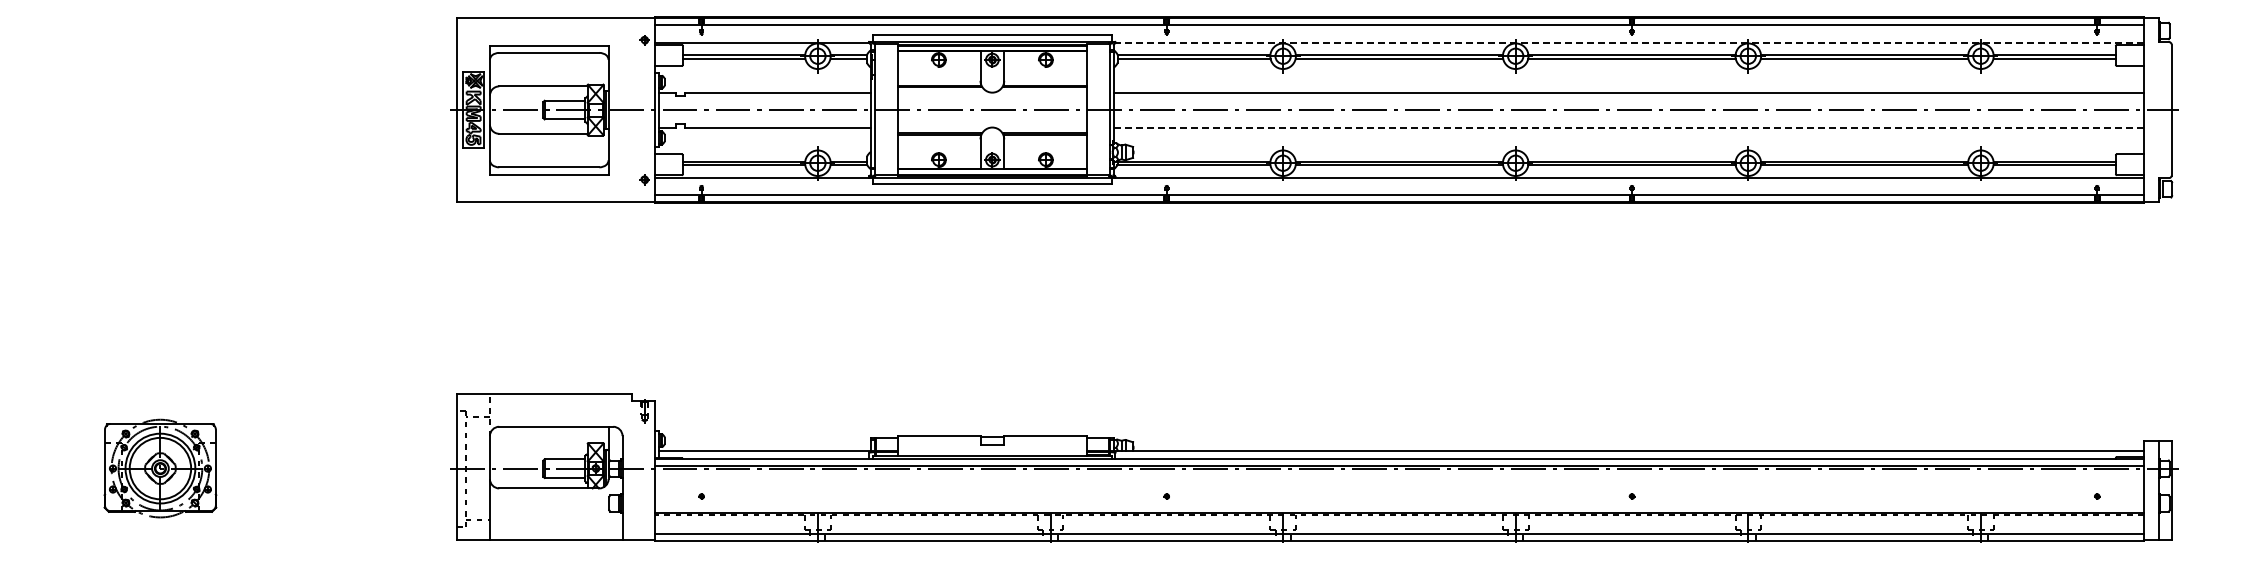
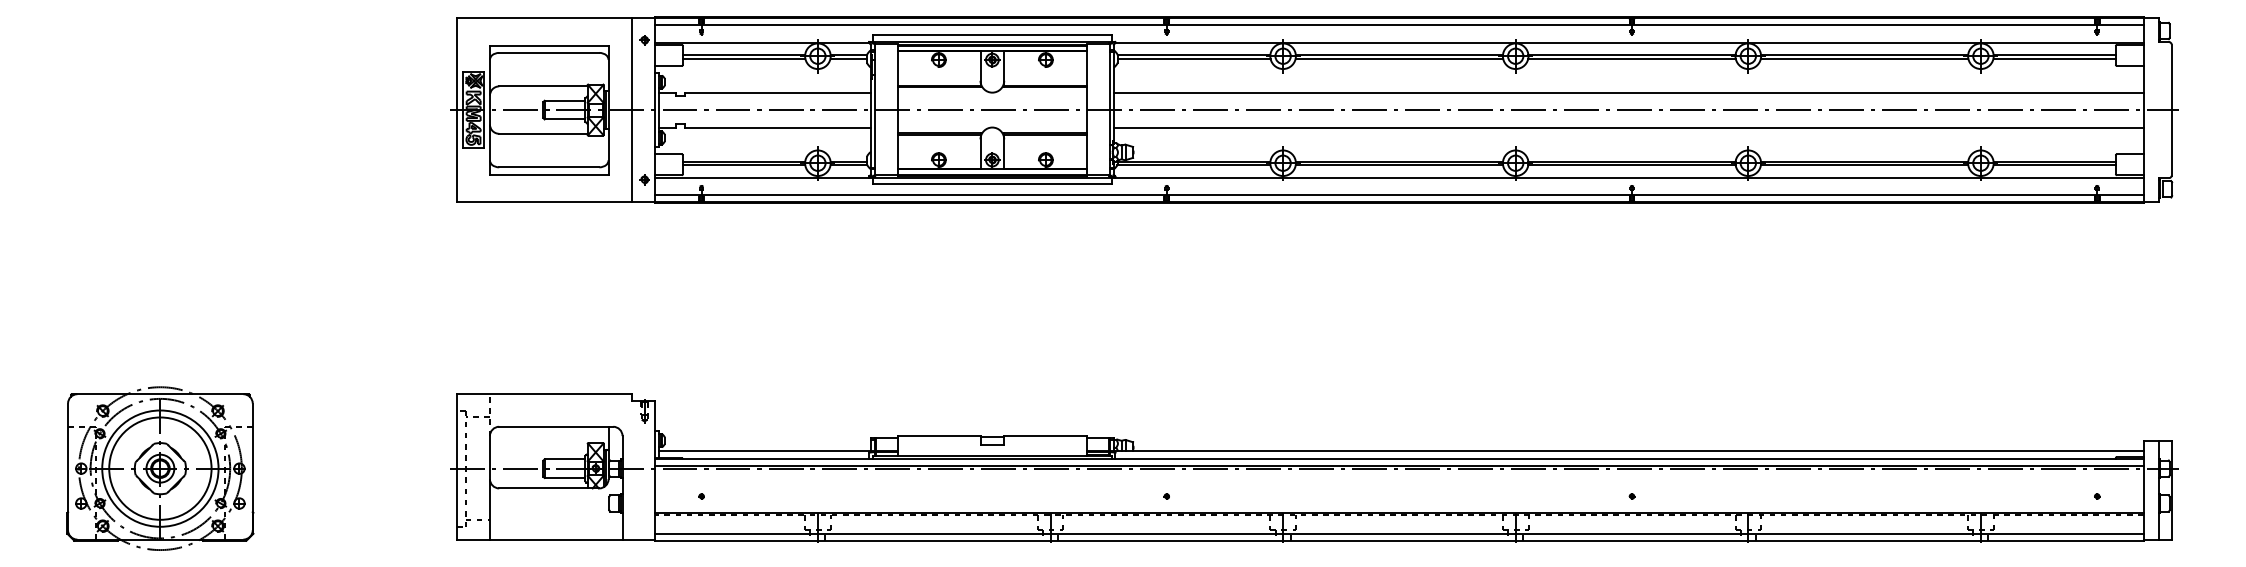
line at (1629, 42): dashed -> solid
line at (631, 109): none -> present
line at (1628, 127): dashed -> solid
part at (160, 468) size: 115x101 px -> 189x165 px
